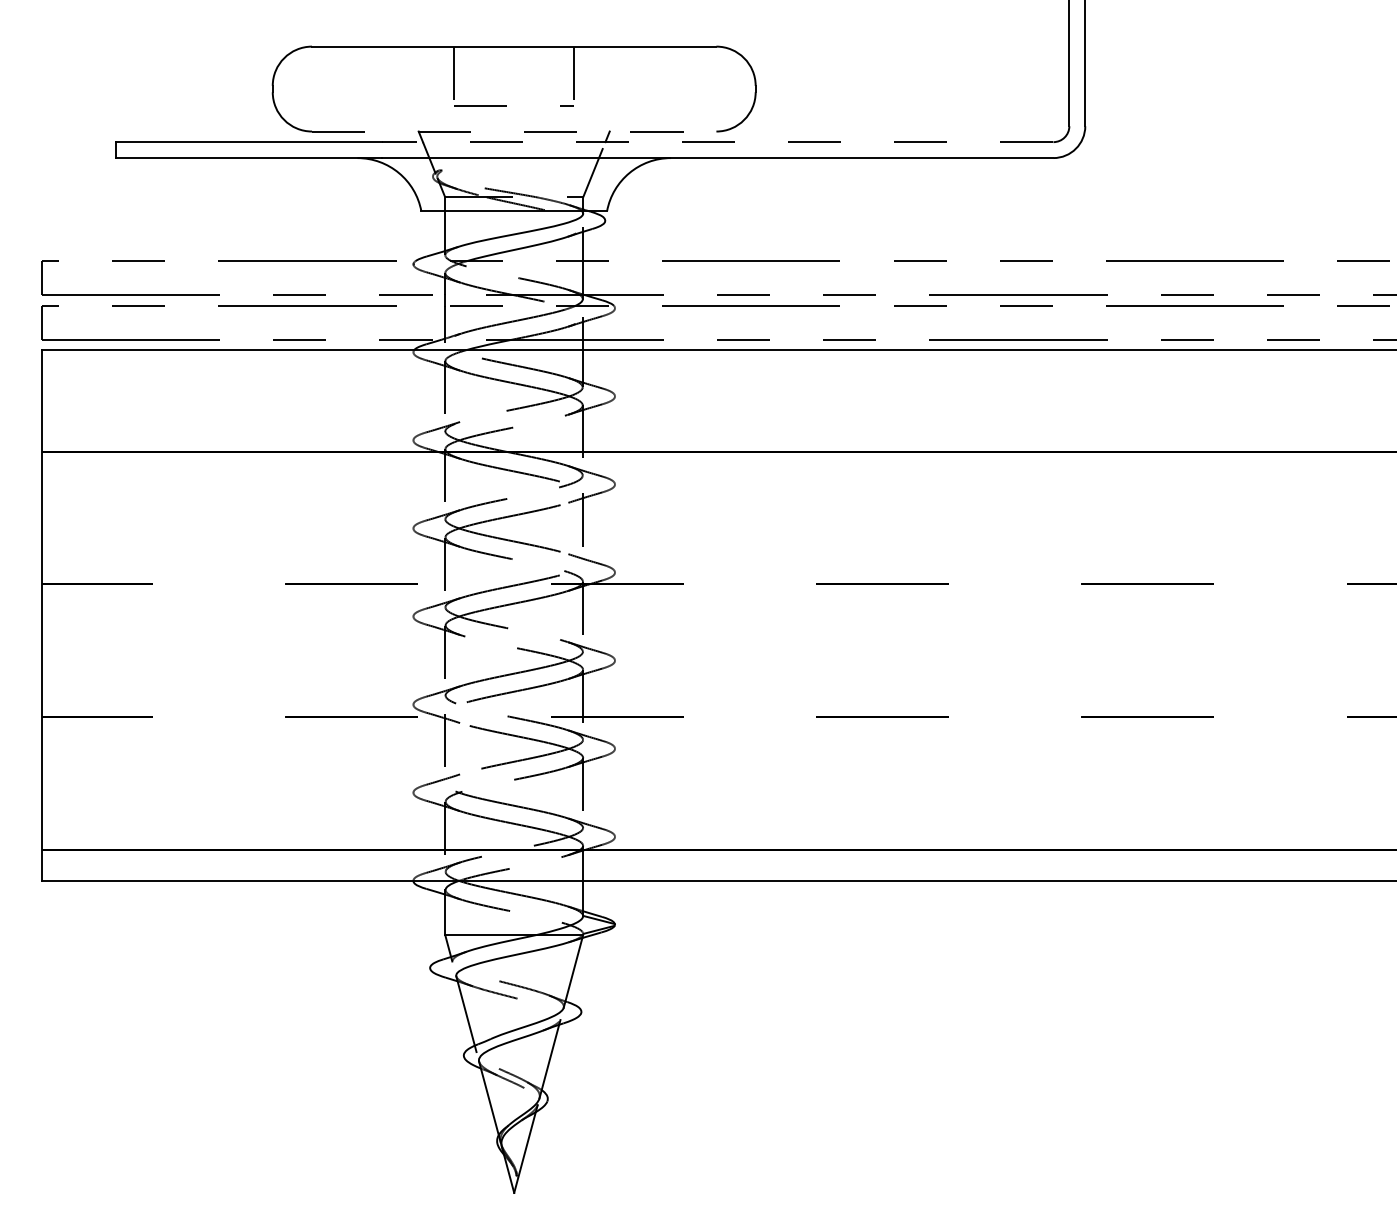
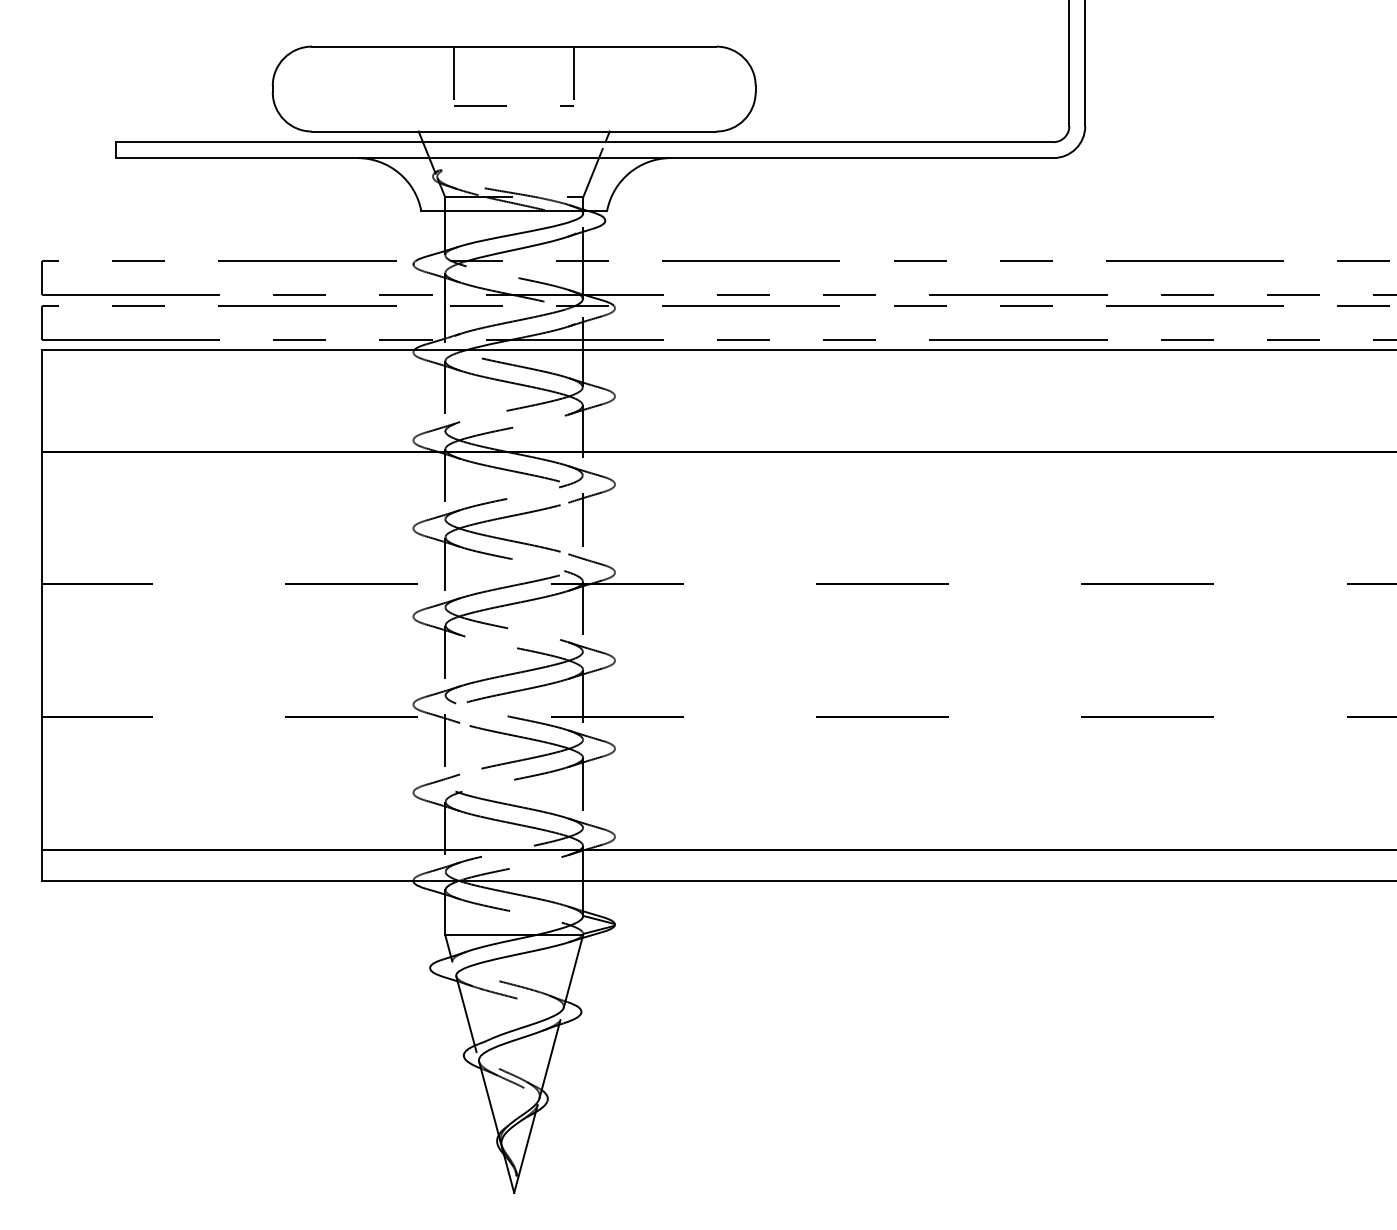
line at (514, 131): dashed -> solid
line at (717, 142): dashed -> solid
